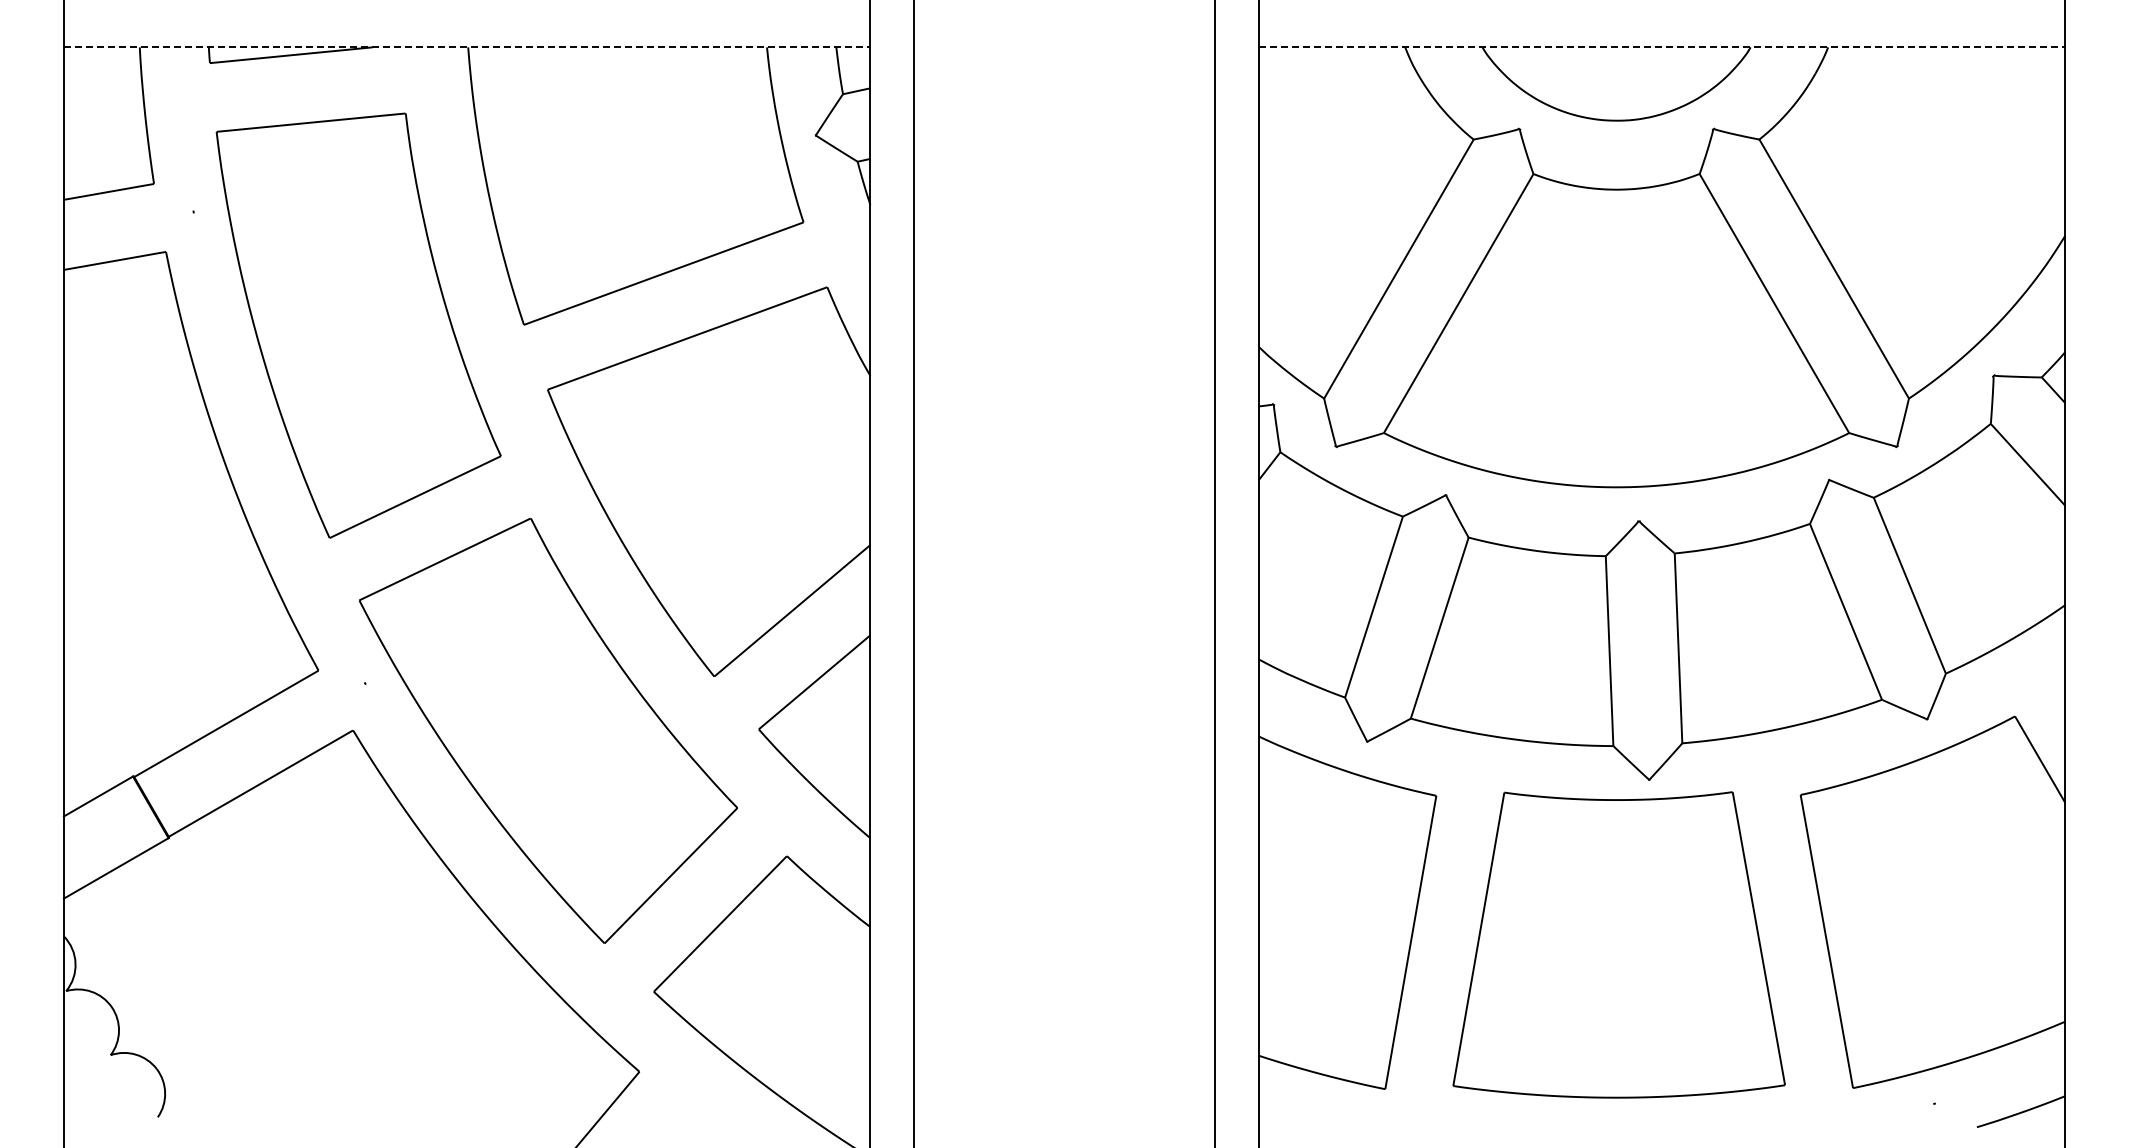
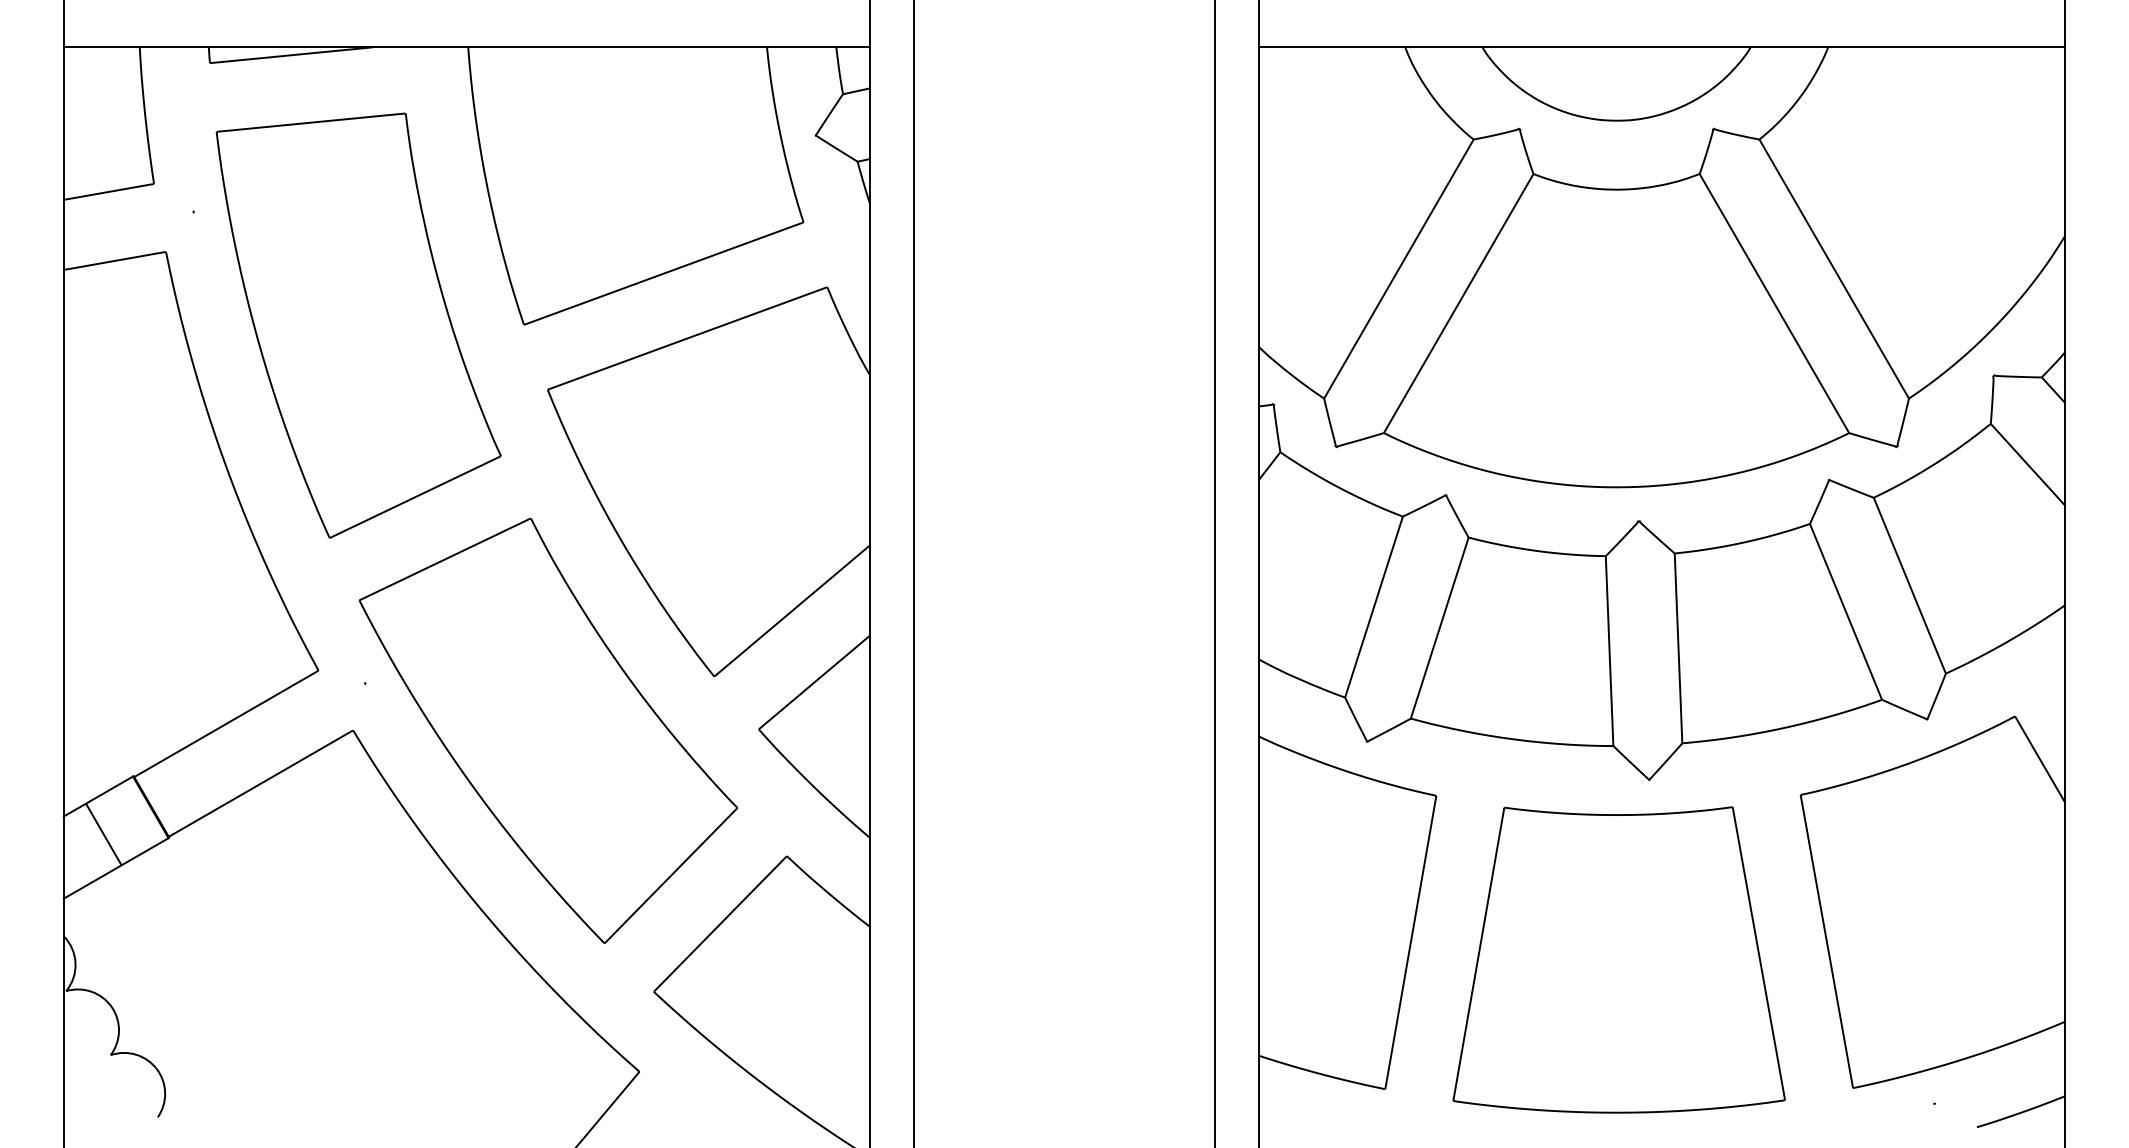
line at (467, 47): dashed -> solid
line at (1662, 47): dashed -> solid
line at (103, 834): none -> present
part at (1618, 944) position: (1618, 944) -> (1618, 959)
